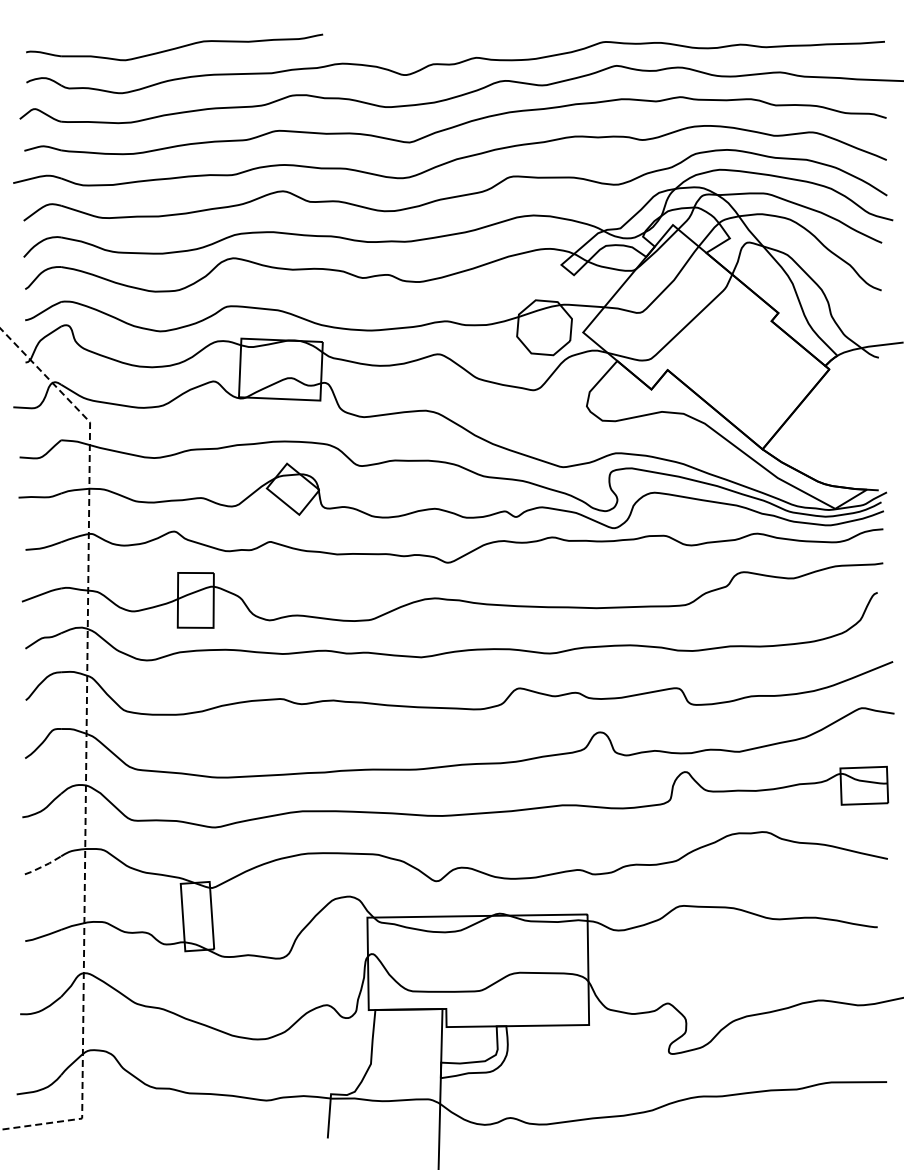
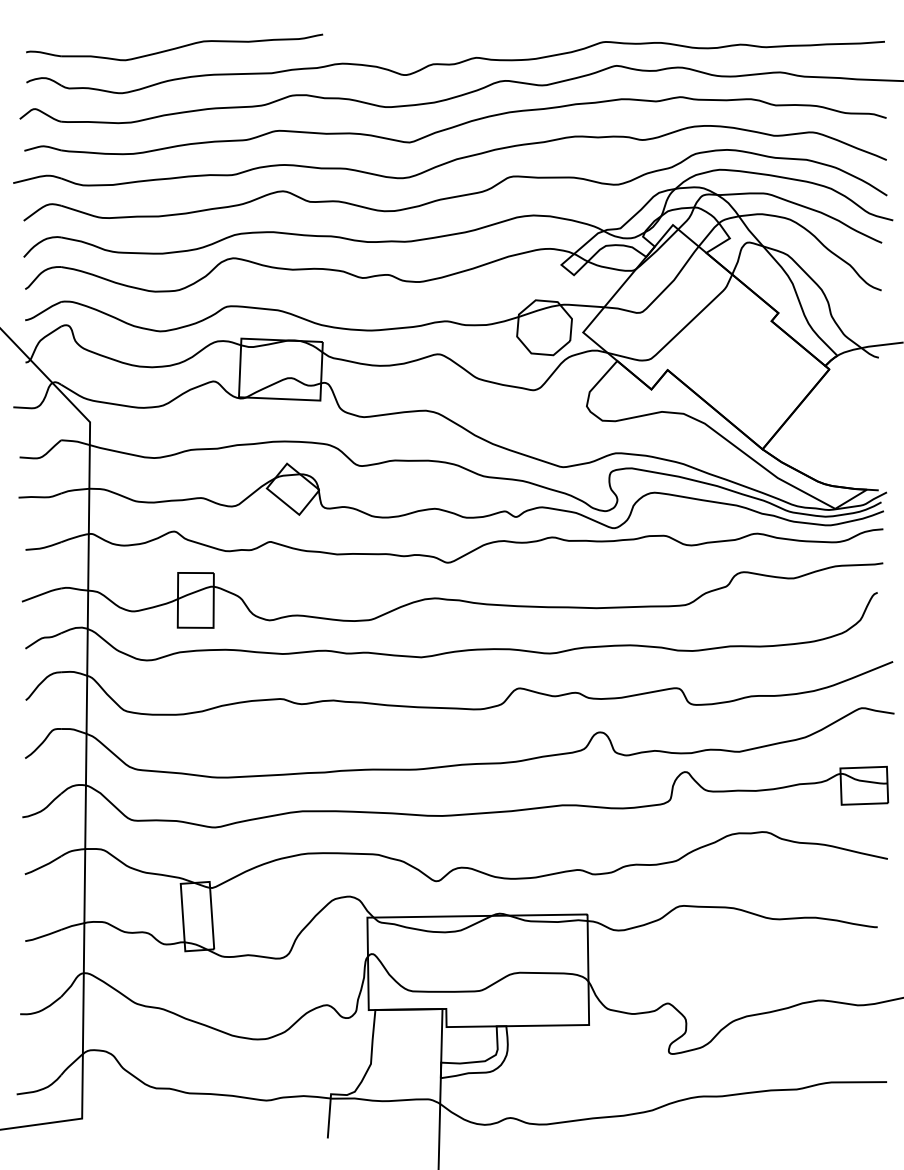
line at (86, 746): dashed -> solid
line at (43, 865): dashed -> solid
